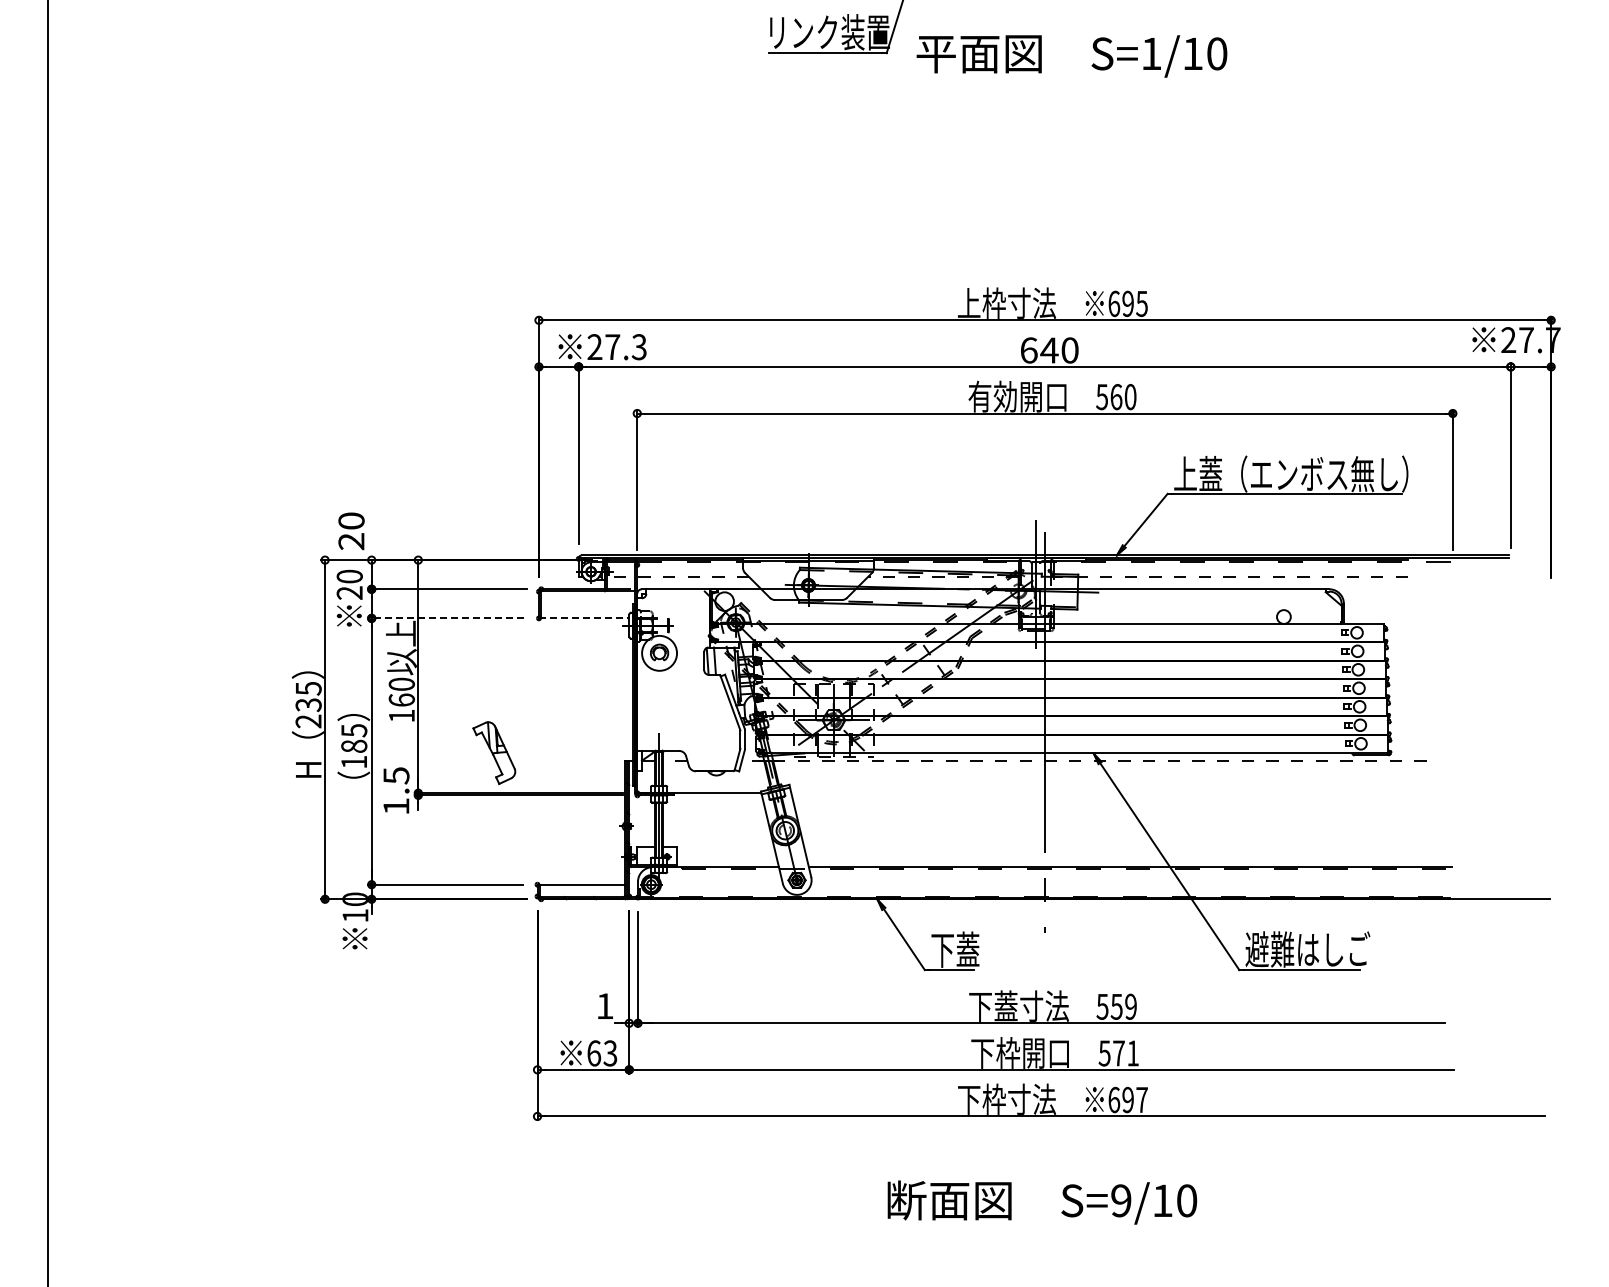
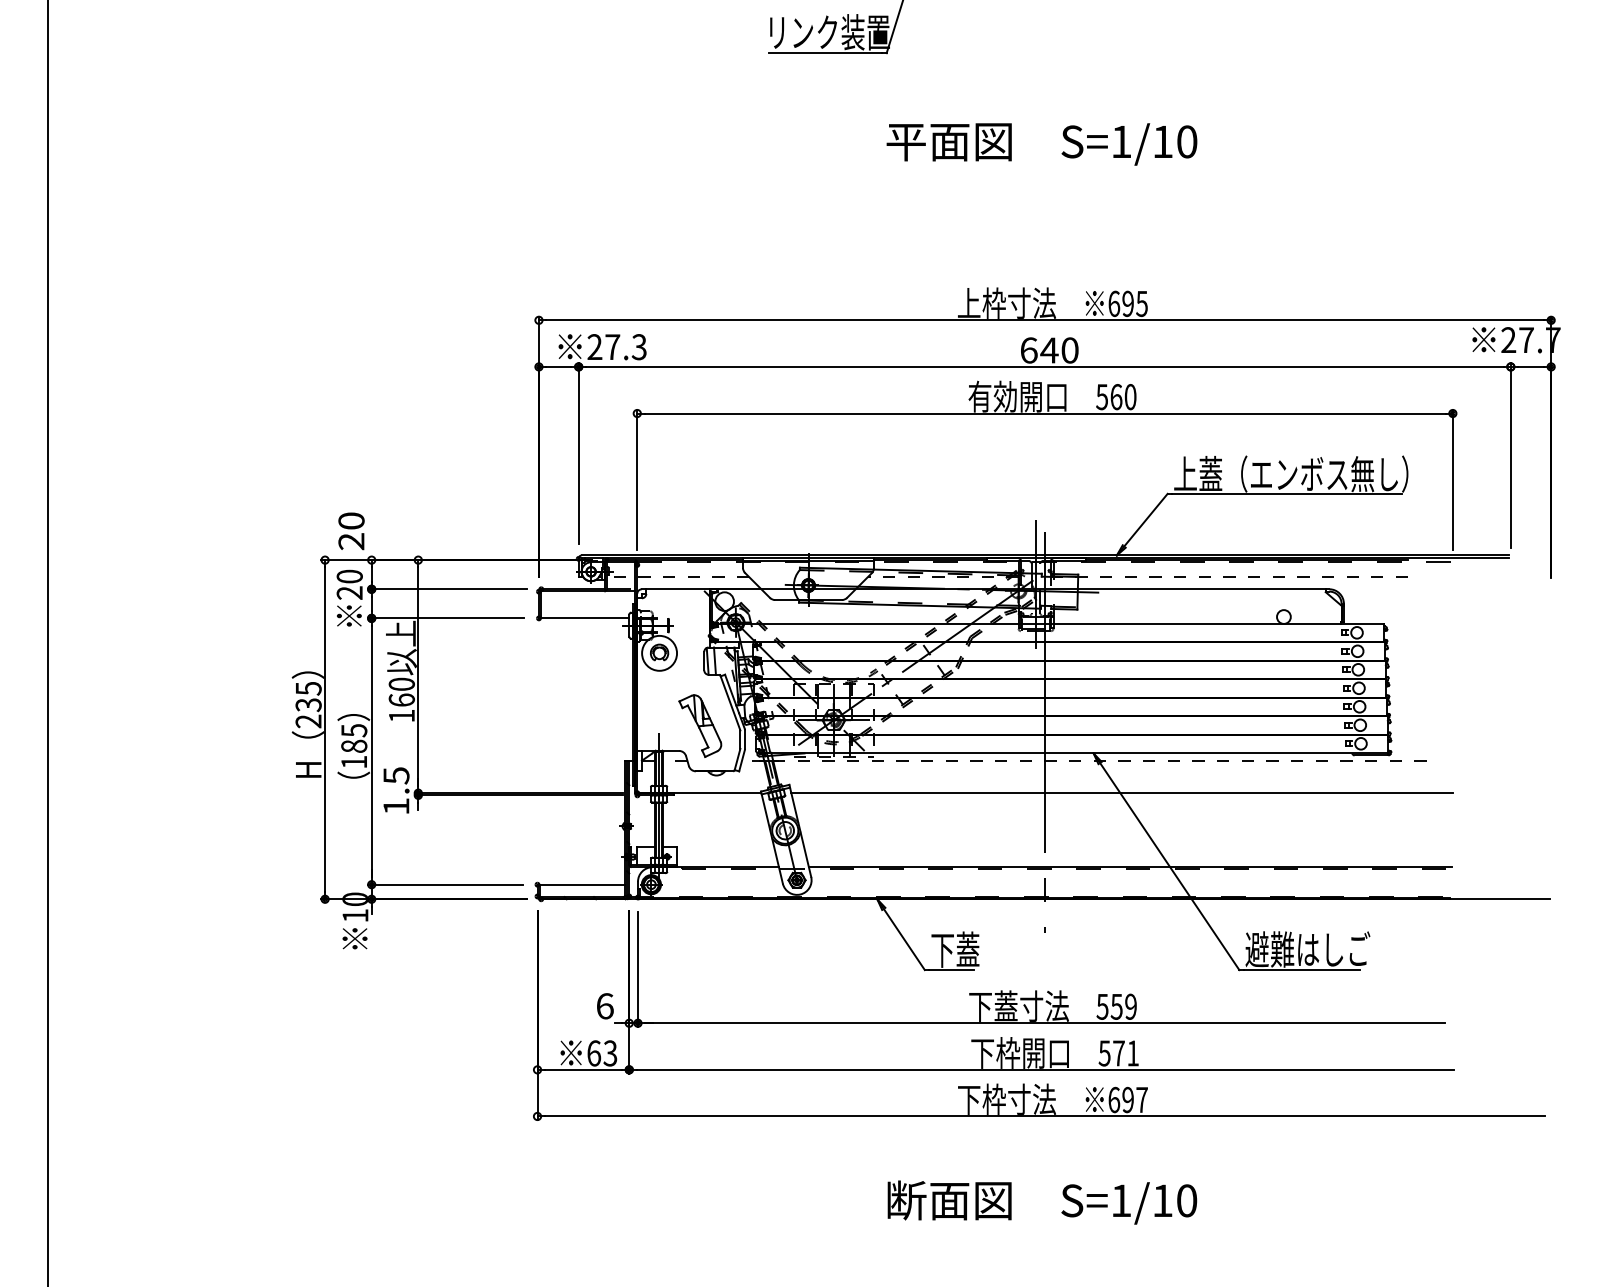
text at (1071, 56) position: (1071, 56) -> (1041, 144)
line at (445, 618): dashed -> solid
line at (584, 618): dashed -> solid
part at (494, 752) position: (494, 752) -> (700, 725)
line at (1121, 793): none -> present
text at (605, 1006): 1 -> 6
text at (1121, 1200): S=9/10 -> S=1/10
